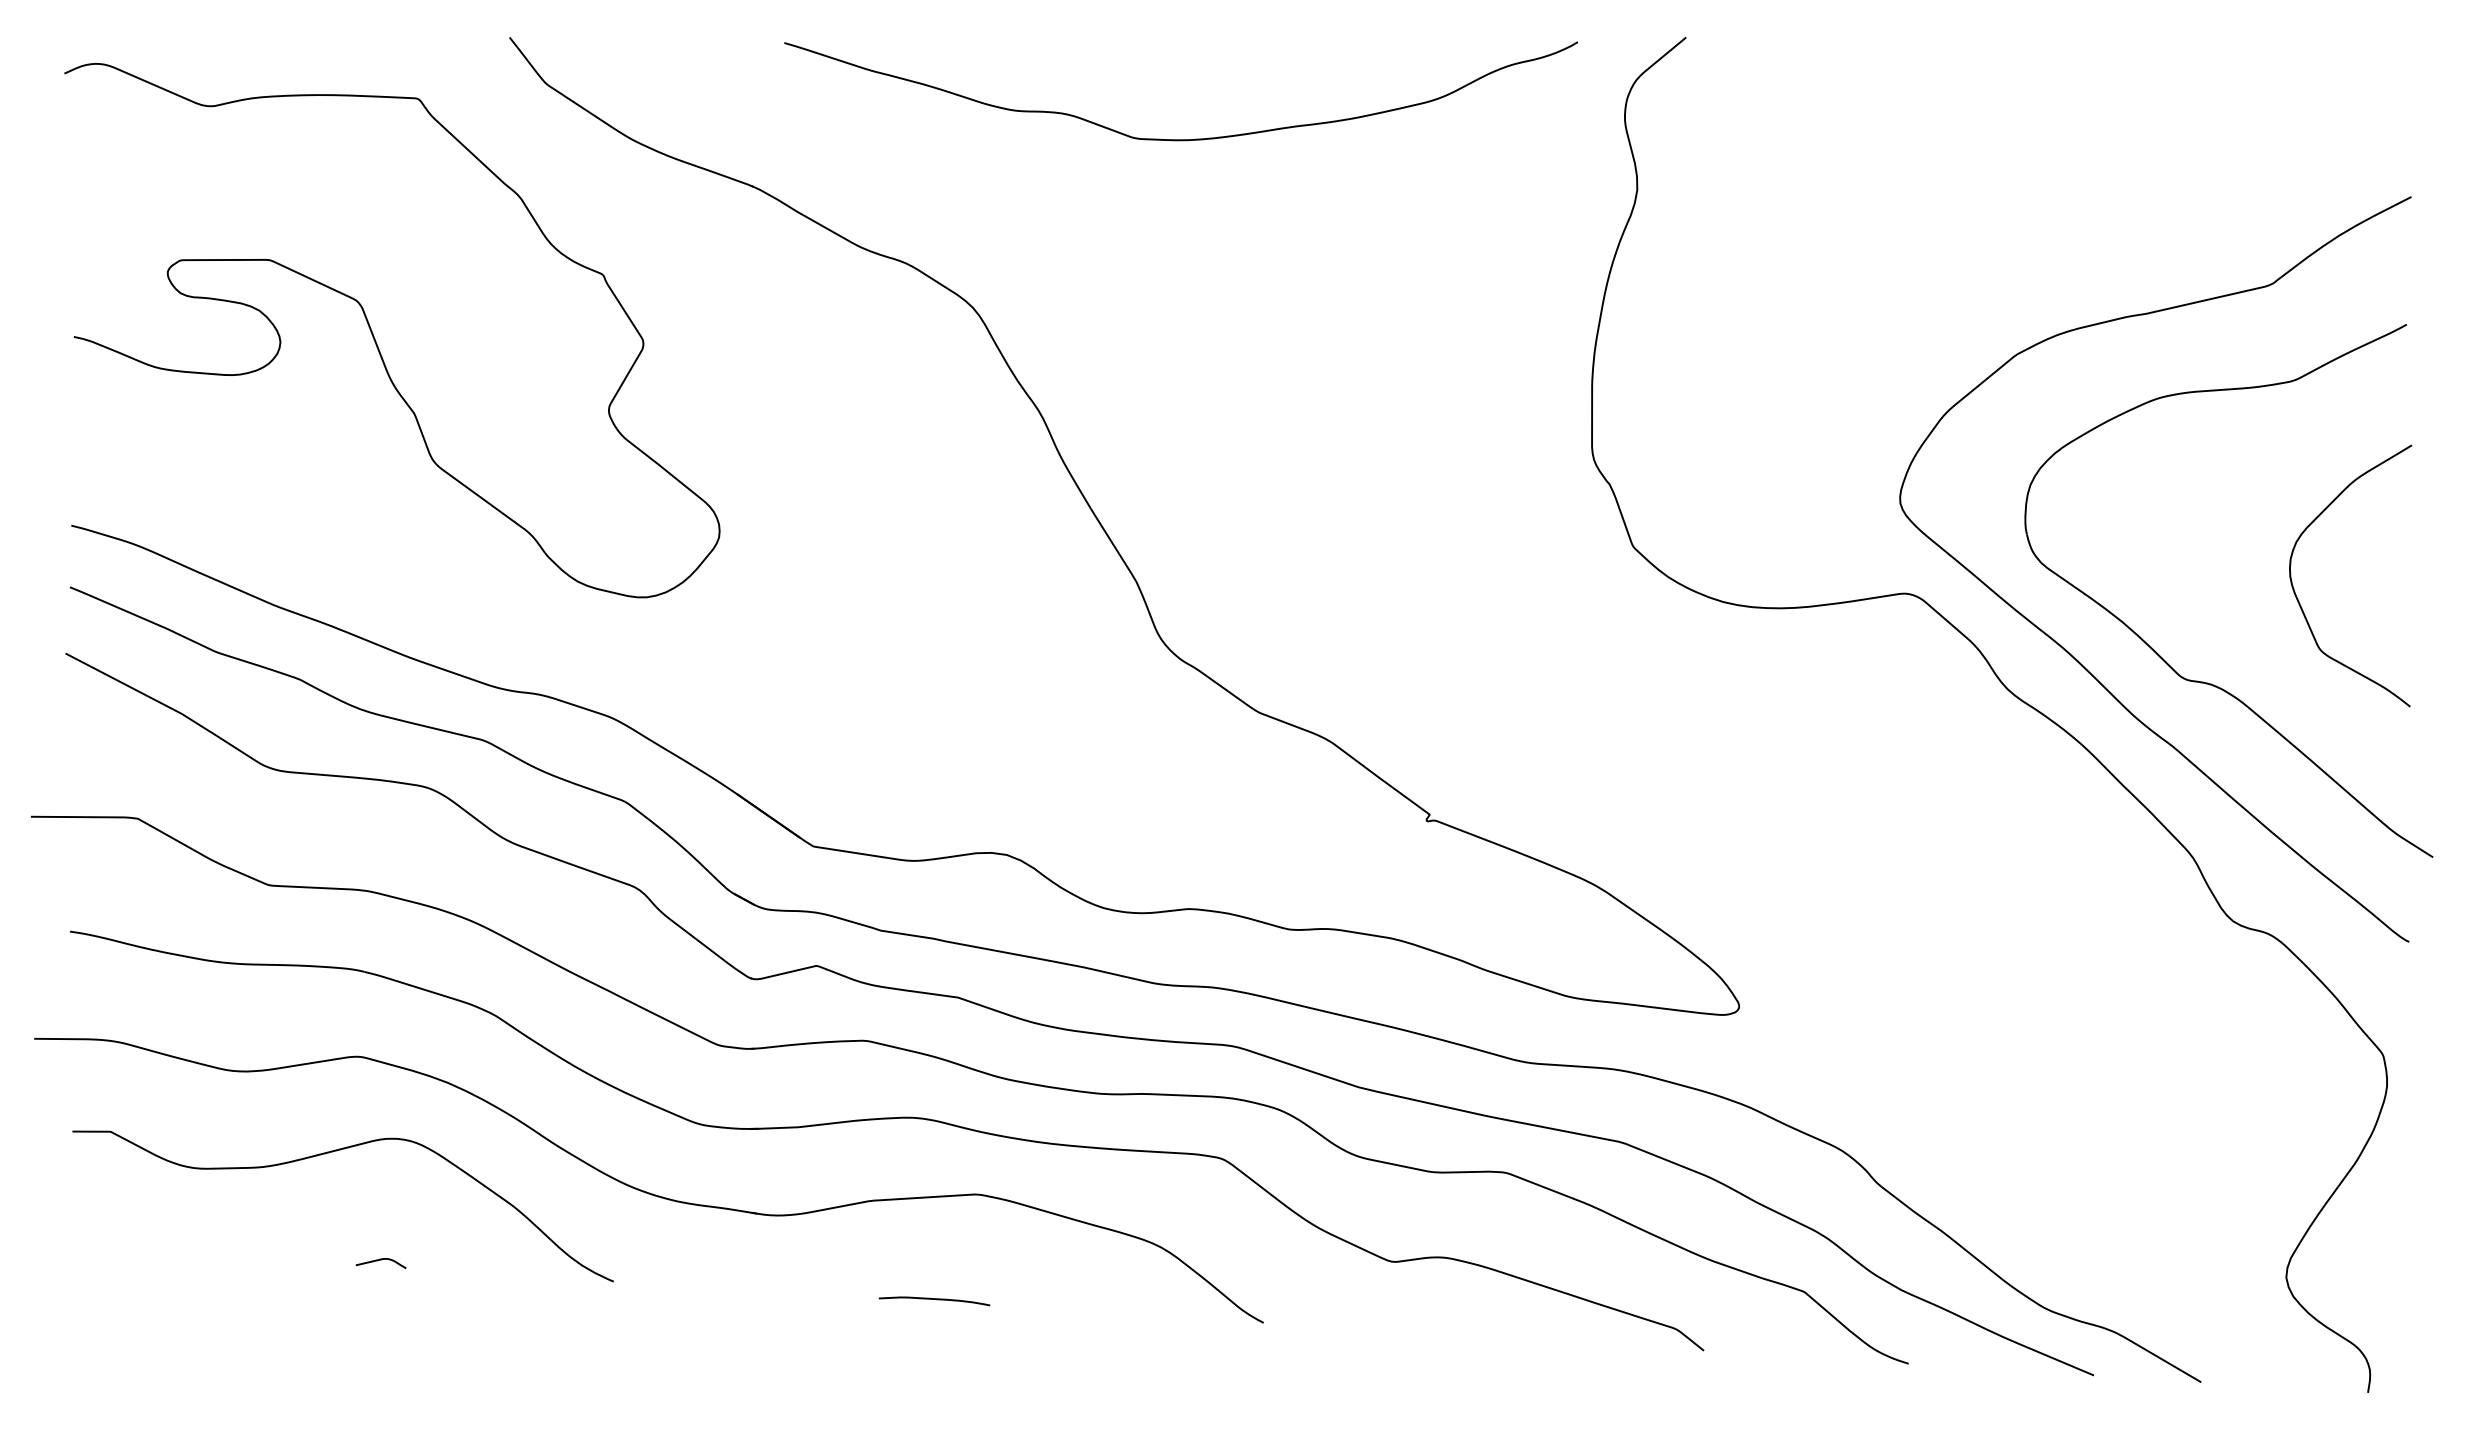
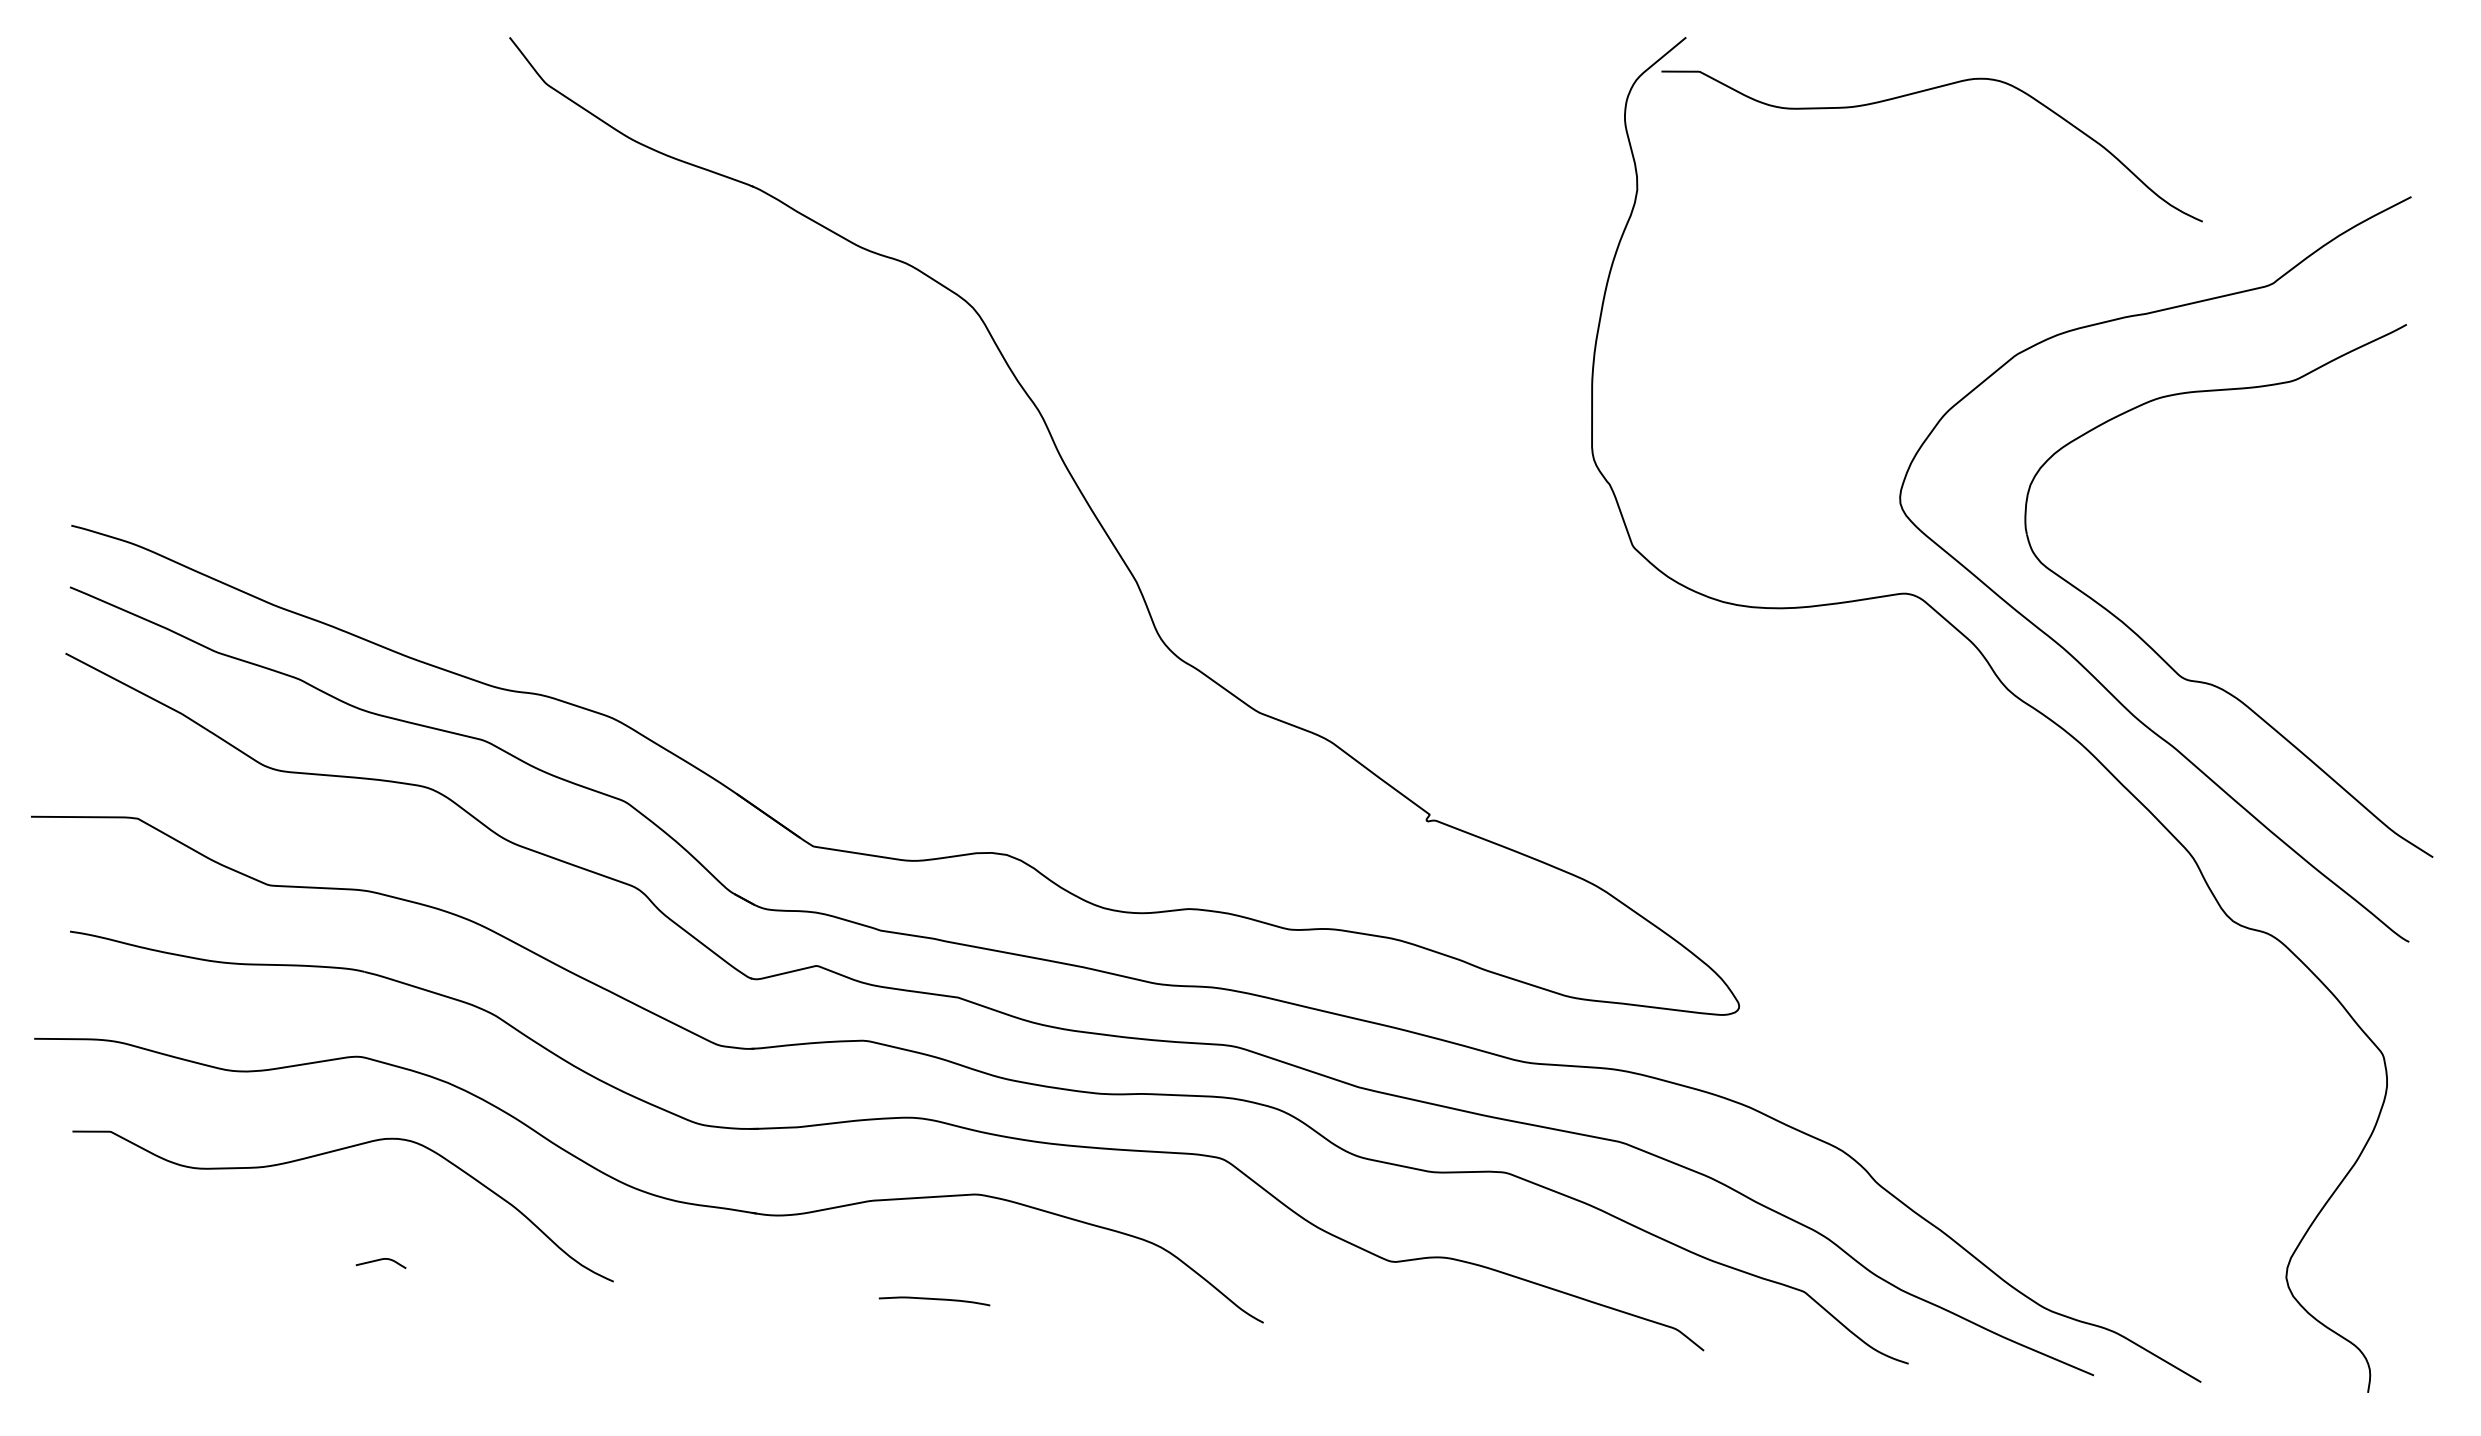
curve at (1918, 93): none -> present
curve at (1181, 139): present -> none
curve at (375, 338): present -> none
curve at (2297, 596): present -> none
